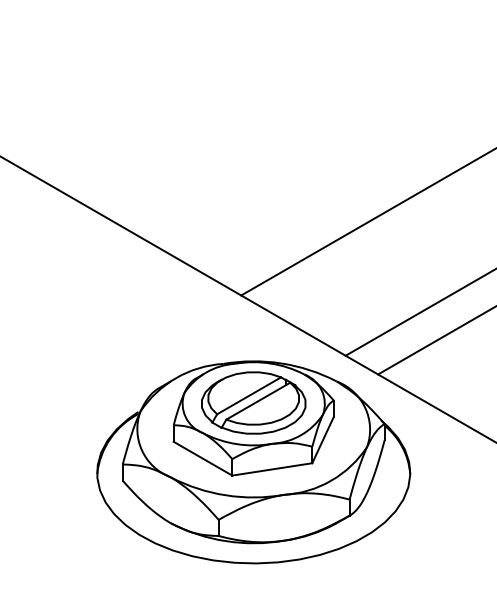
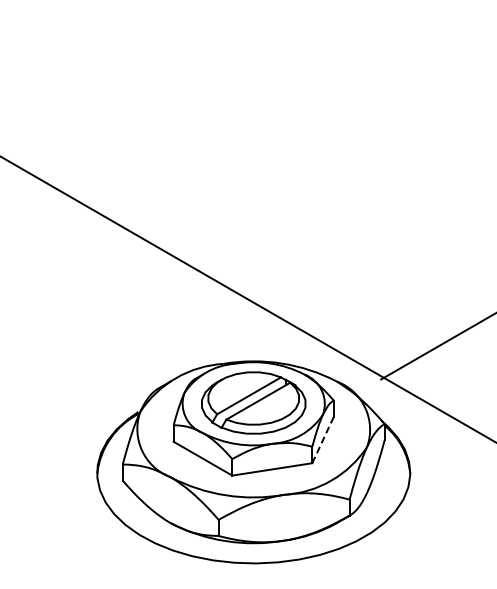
line at (367, 222): present -> none
line at (419, 312): present -> none
line at (435, 340) position: (435, 340) -> (437, 346)
line at (323, 439): solid -> dashed
